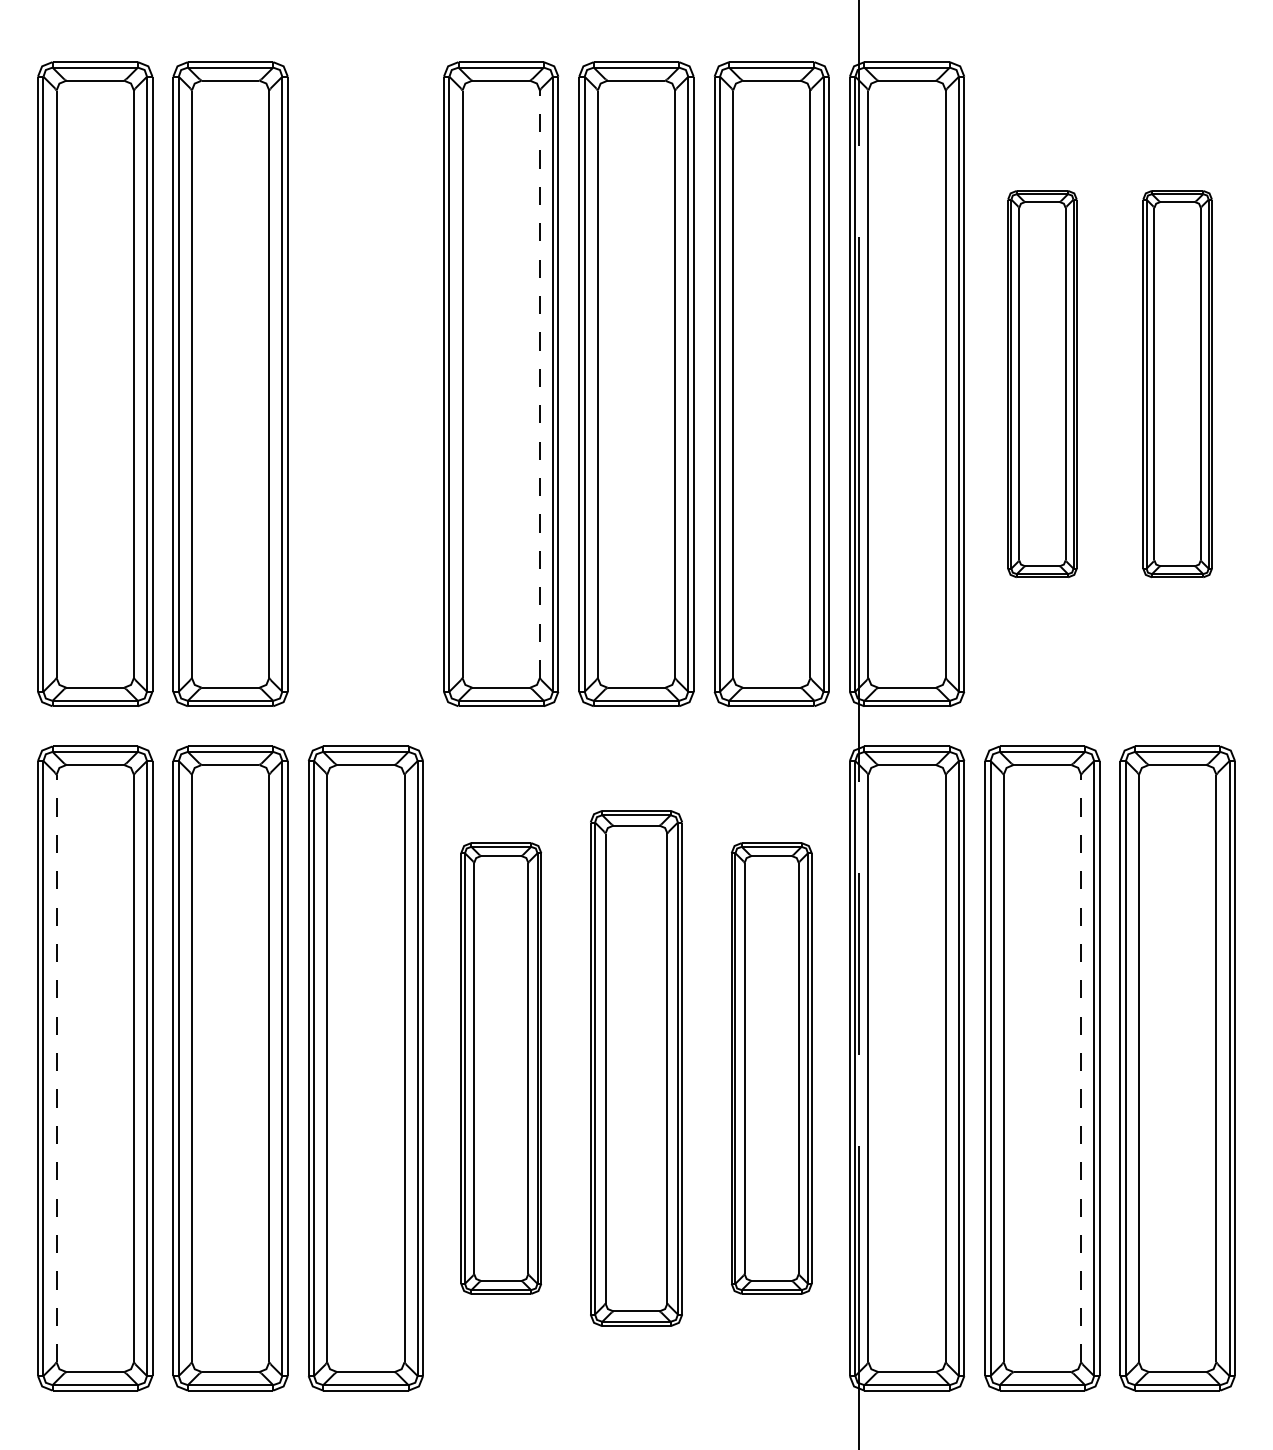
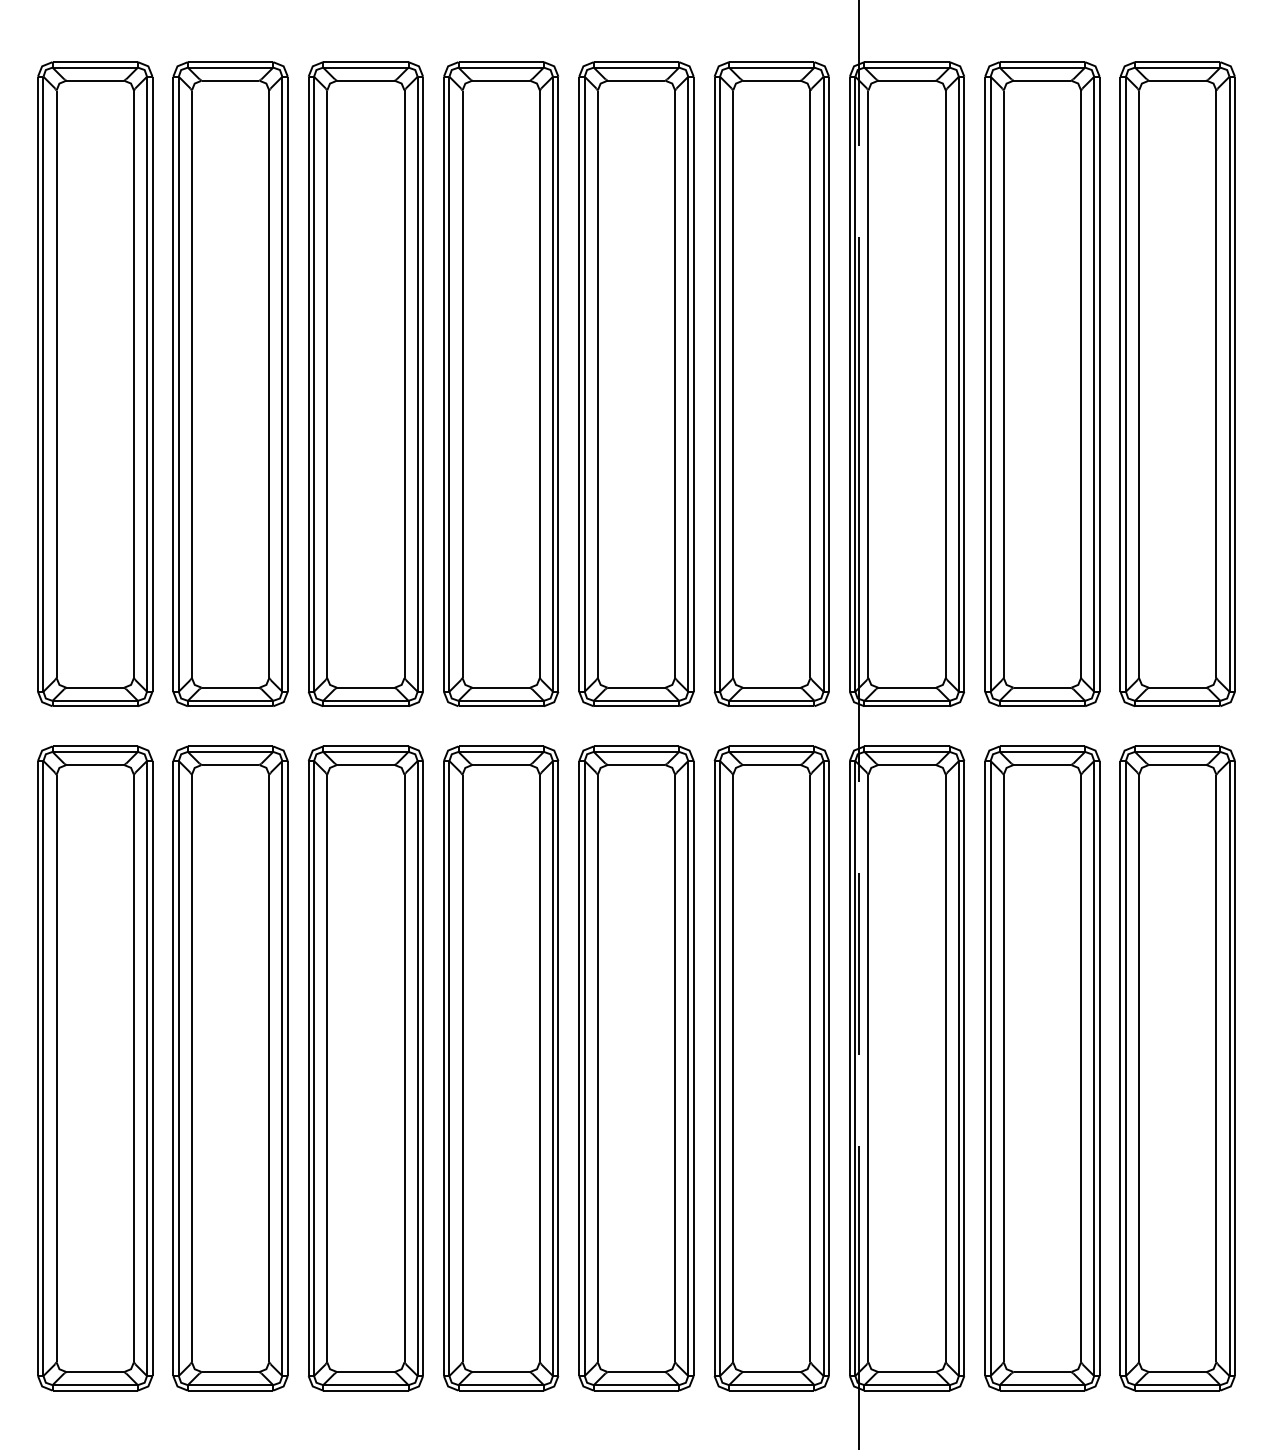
part at (365, 383): none -> present
line at (539, 384): dashed -> solid
part at (1042, 384) size: 71x389 px -> 117x646 px
part at (1177, 384) size: 71x389 px -> 117x646 px
line at (56, 1068): dashed -> solid
part at (500, 1068) size: 82x453 px -> 117x647 px
part at (636, 1068) size: 93x517 px -> 117x647 px
part at (771, 1068) size: 82x453 px -> 117x647 px
line at (1081, 1068): dashed -> solid
